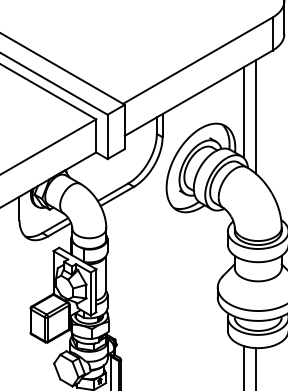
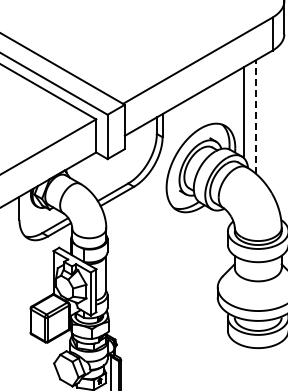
line at (255, 117): solid -> dashed
line at (243, 366): present -> none
line at (255, 367): present -> none
